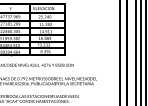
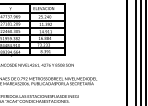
line at (119, 52): present -> none
